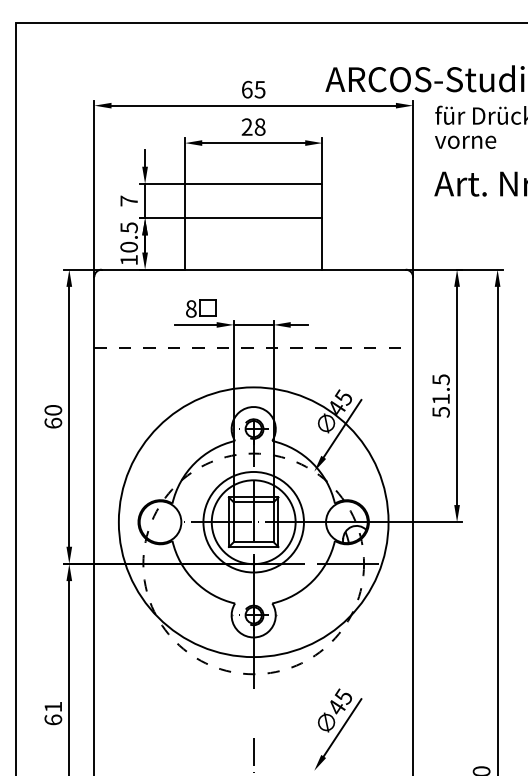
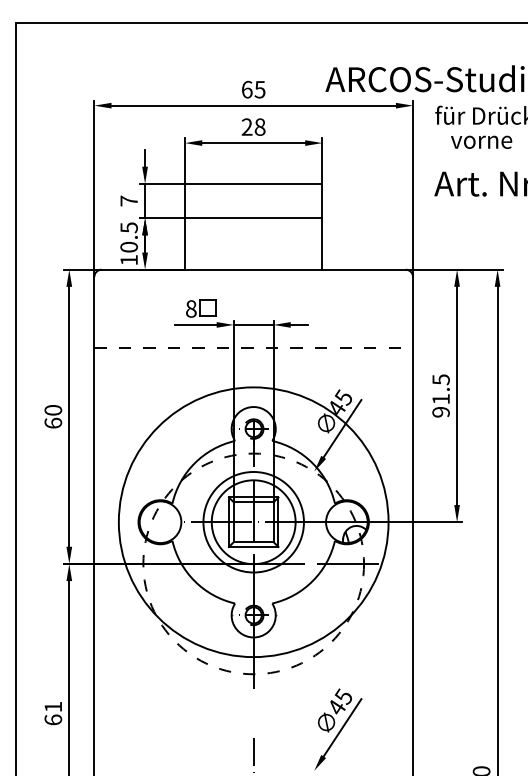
text at (465, 141) position: (465, 141) -> (481, 141)
text at (440, 412): 51.5 -> 91.5
